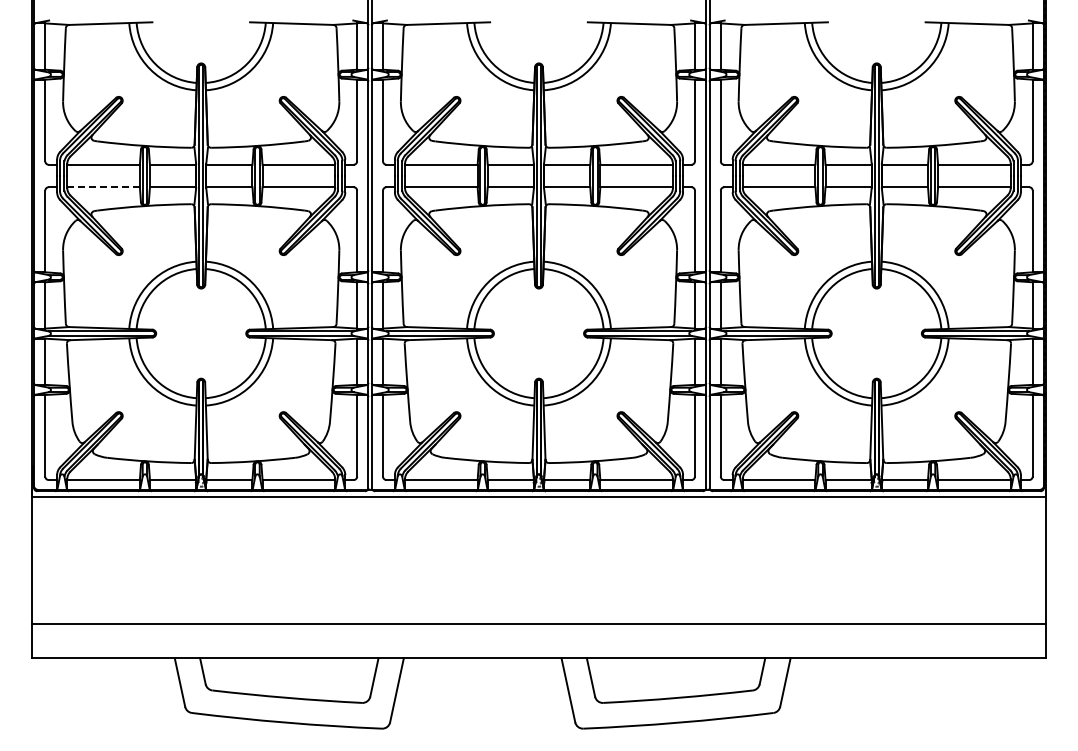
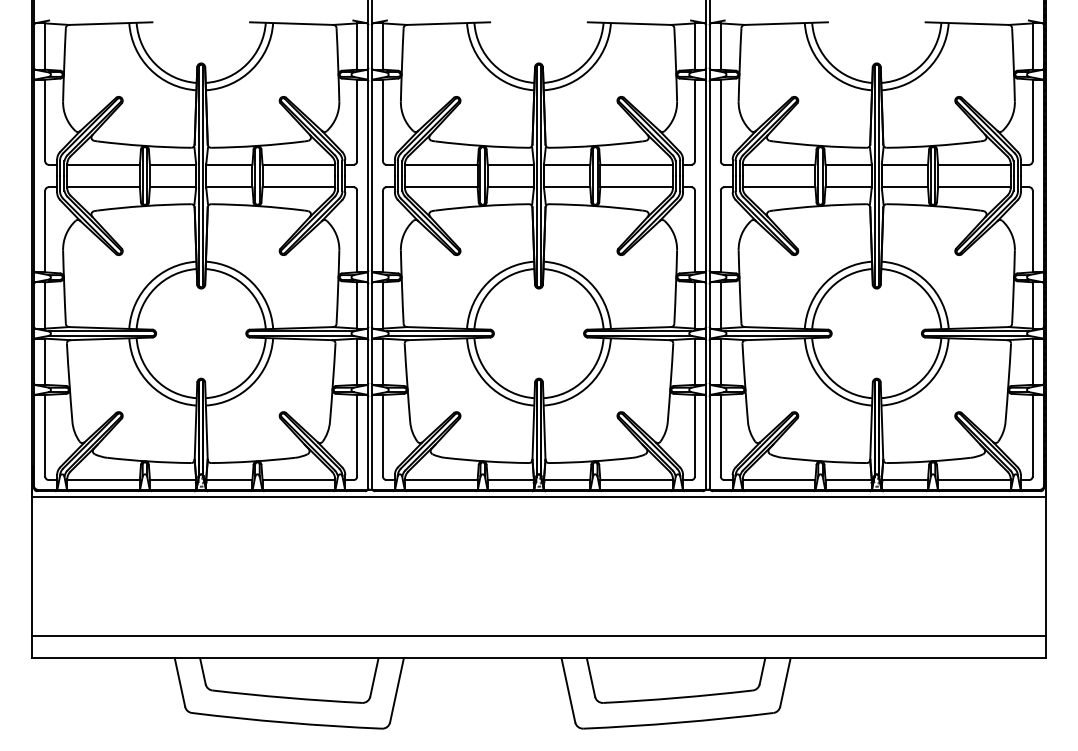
line at (104, 187): dashed -> solid
line at (538, 623) position: (538, 623) -> (538, 635)
